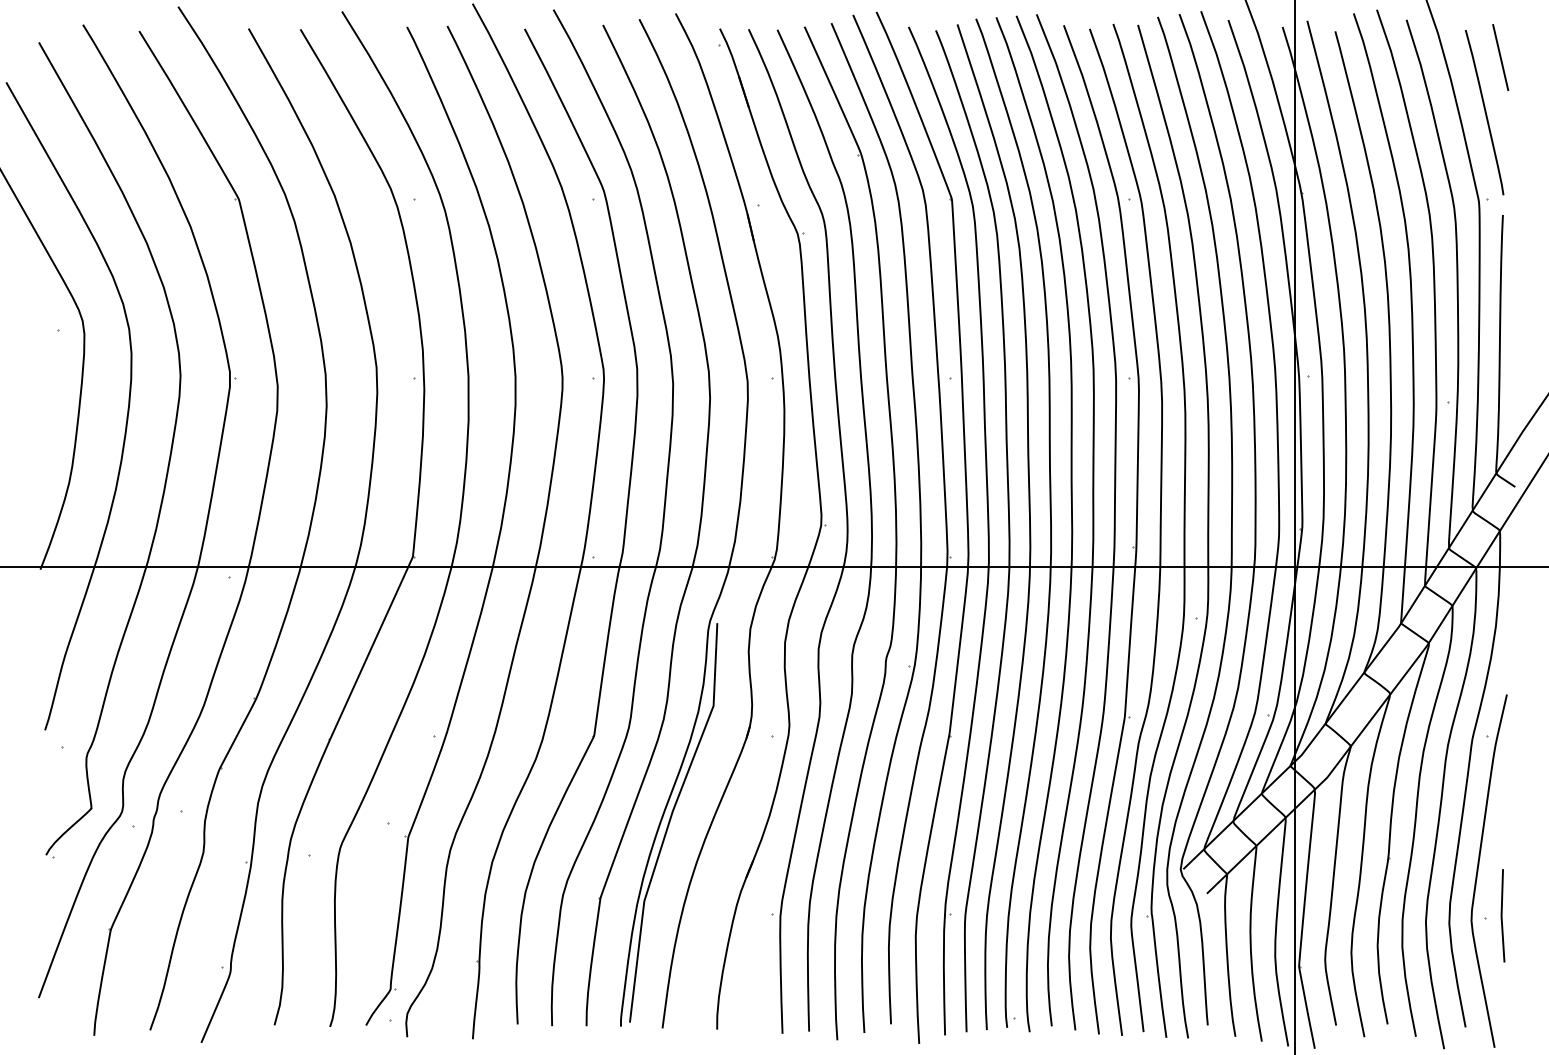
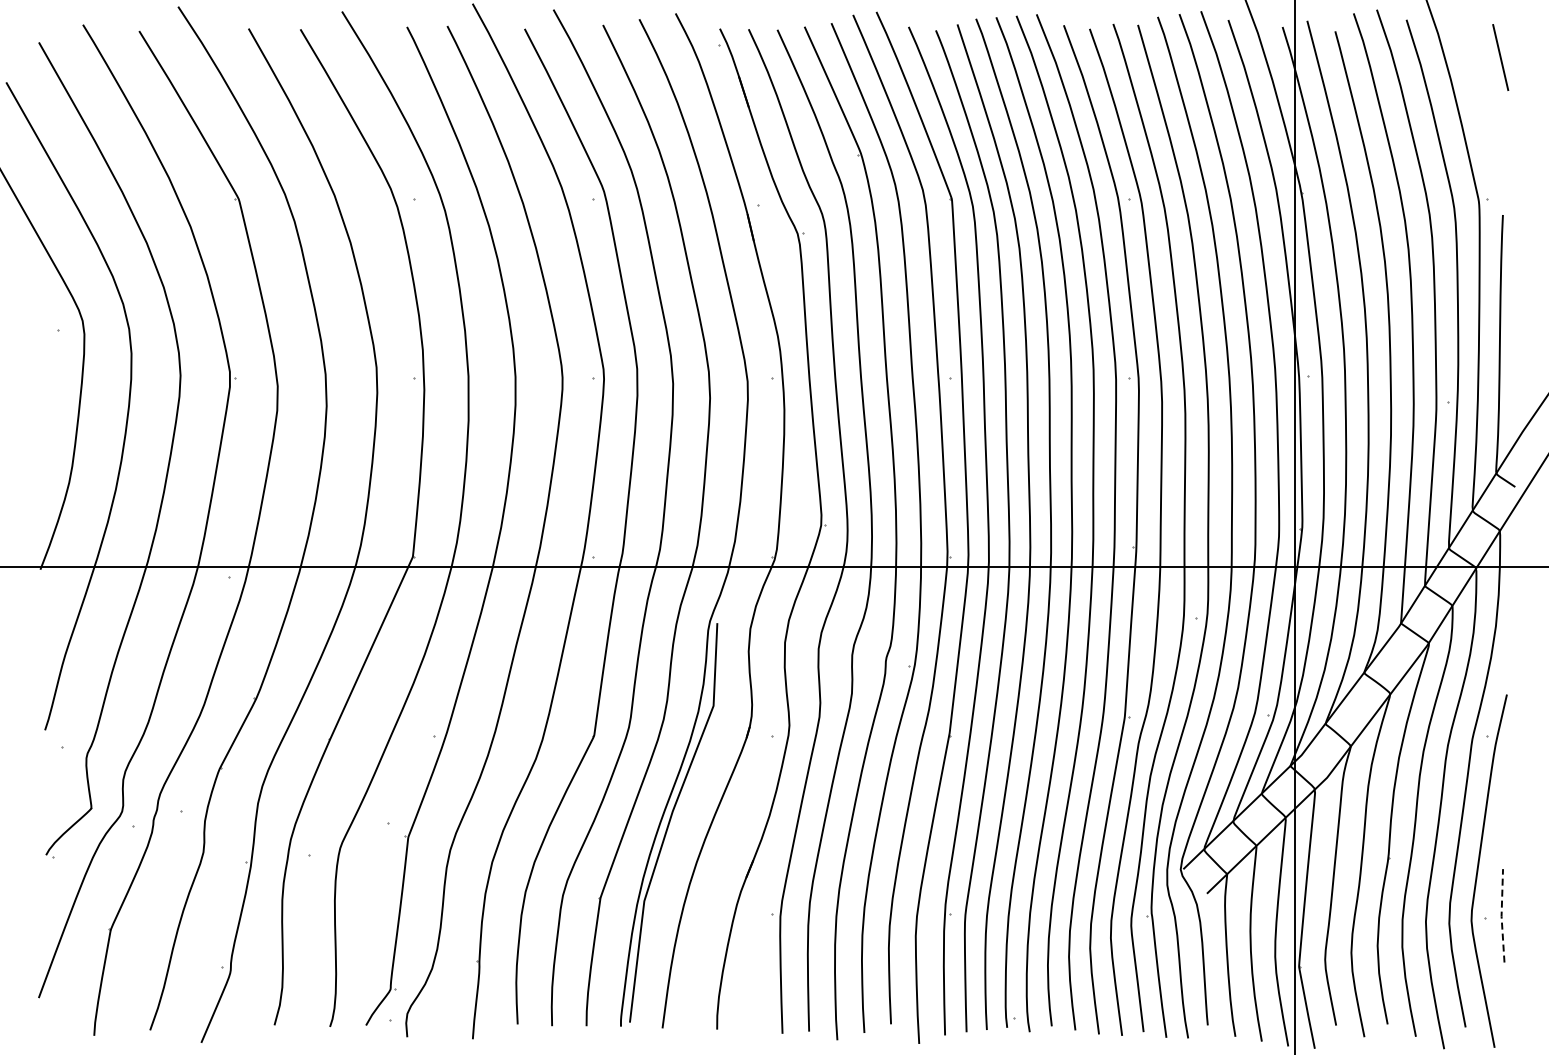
curve at (1484, 112): present -> none
line at (1501, 916): solid -> dashed
